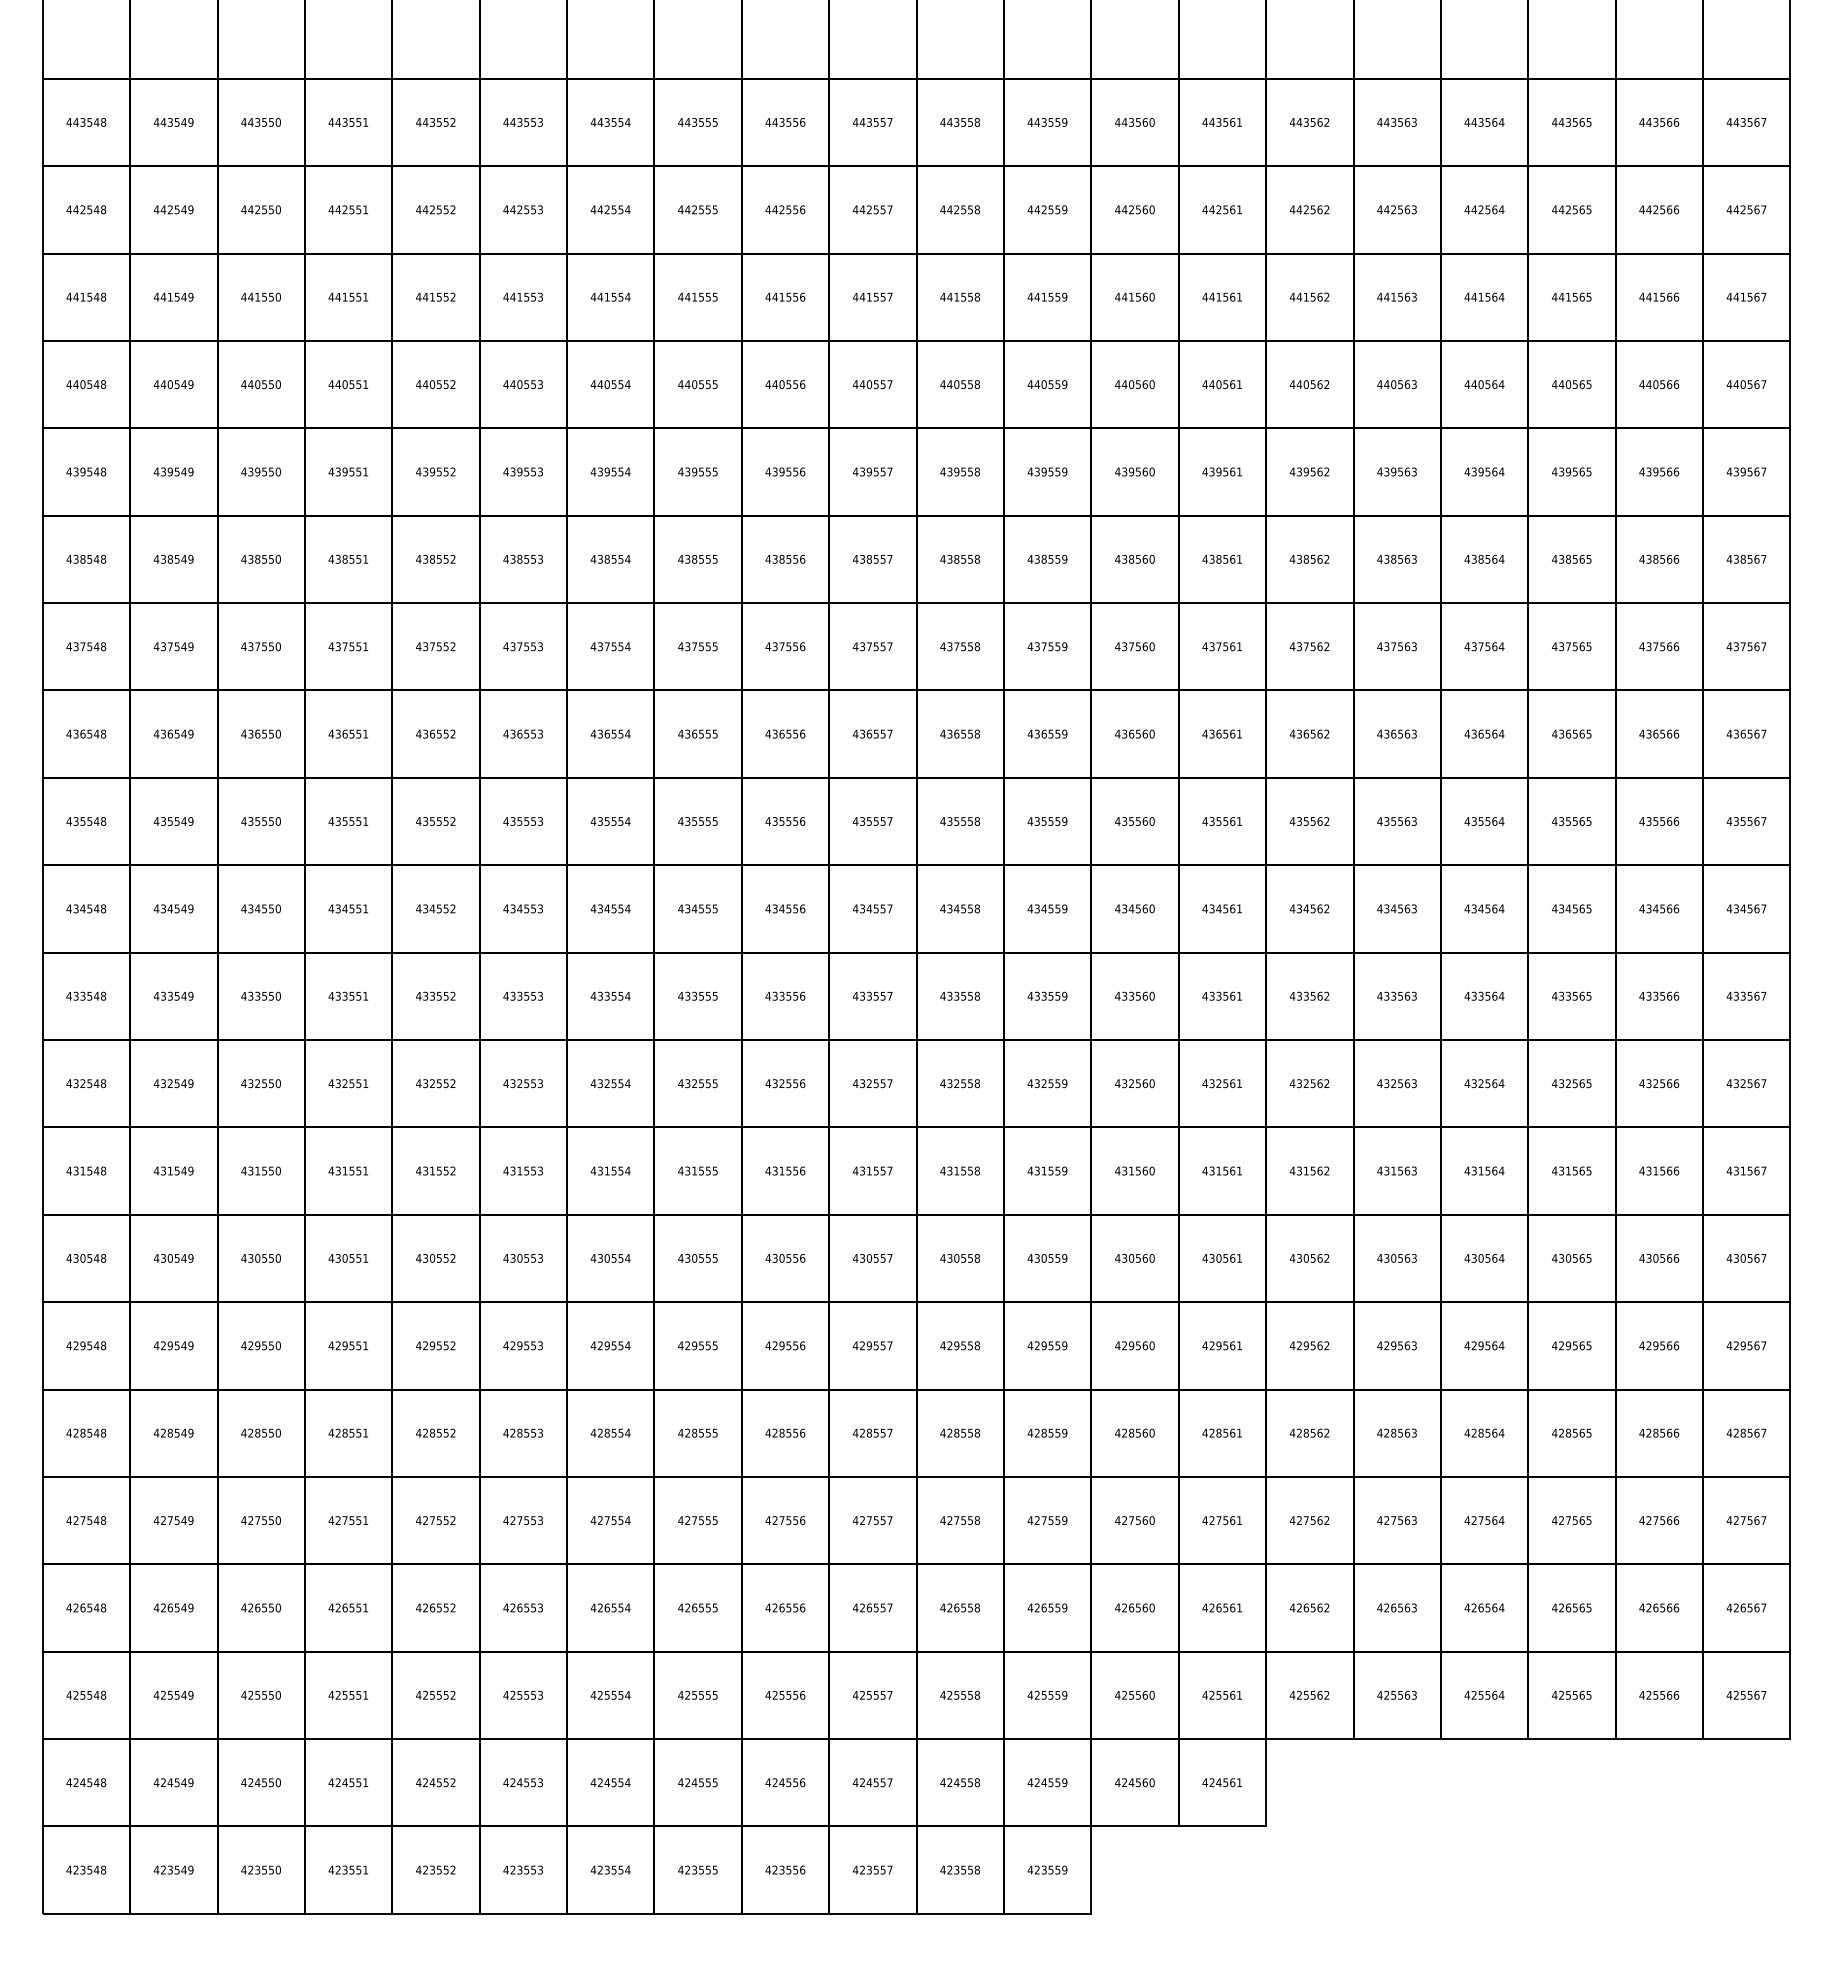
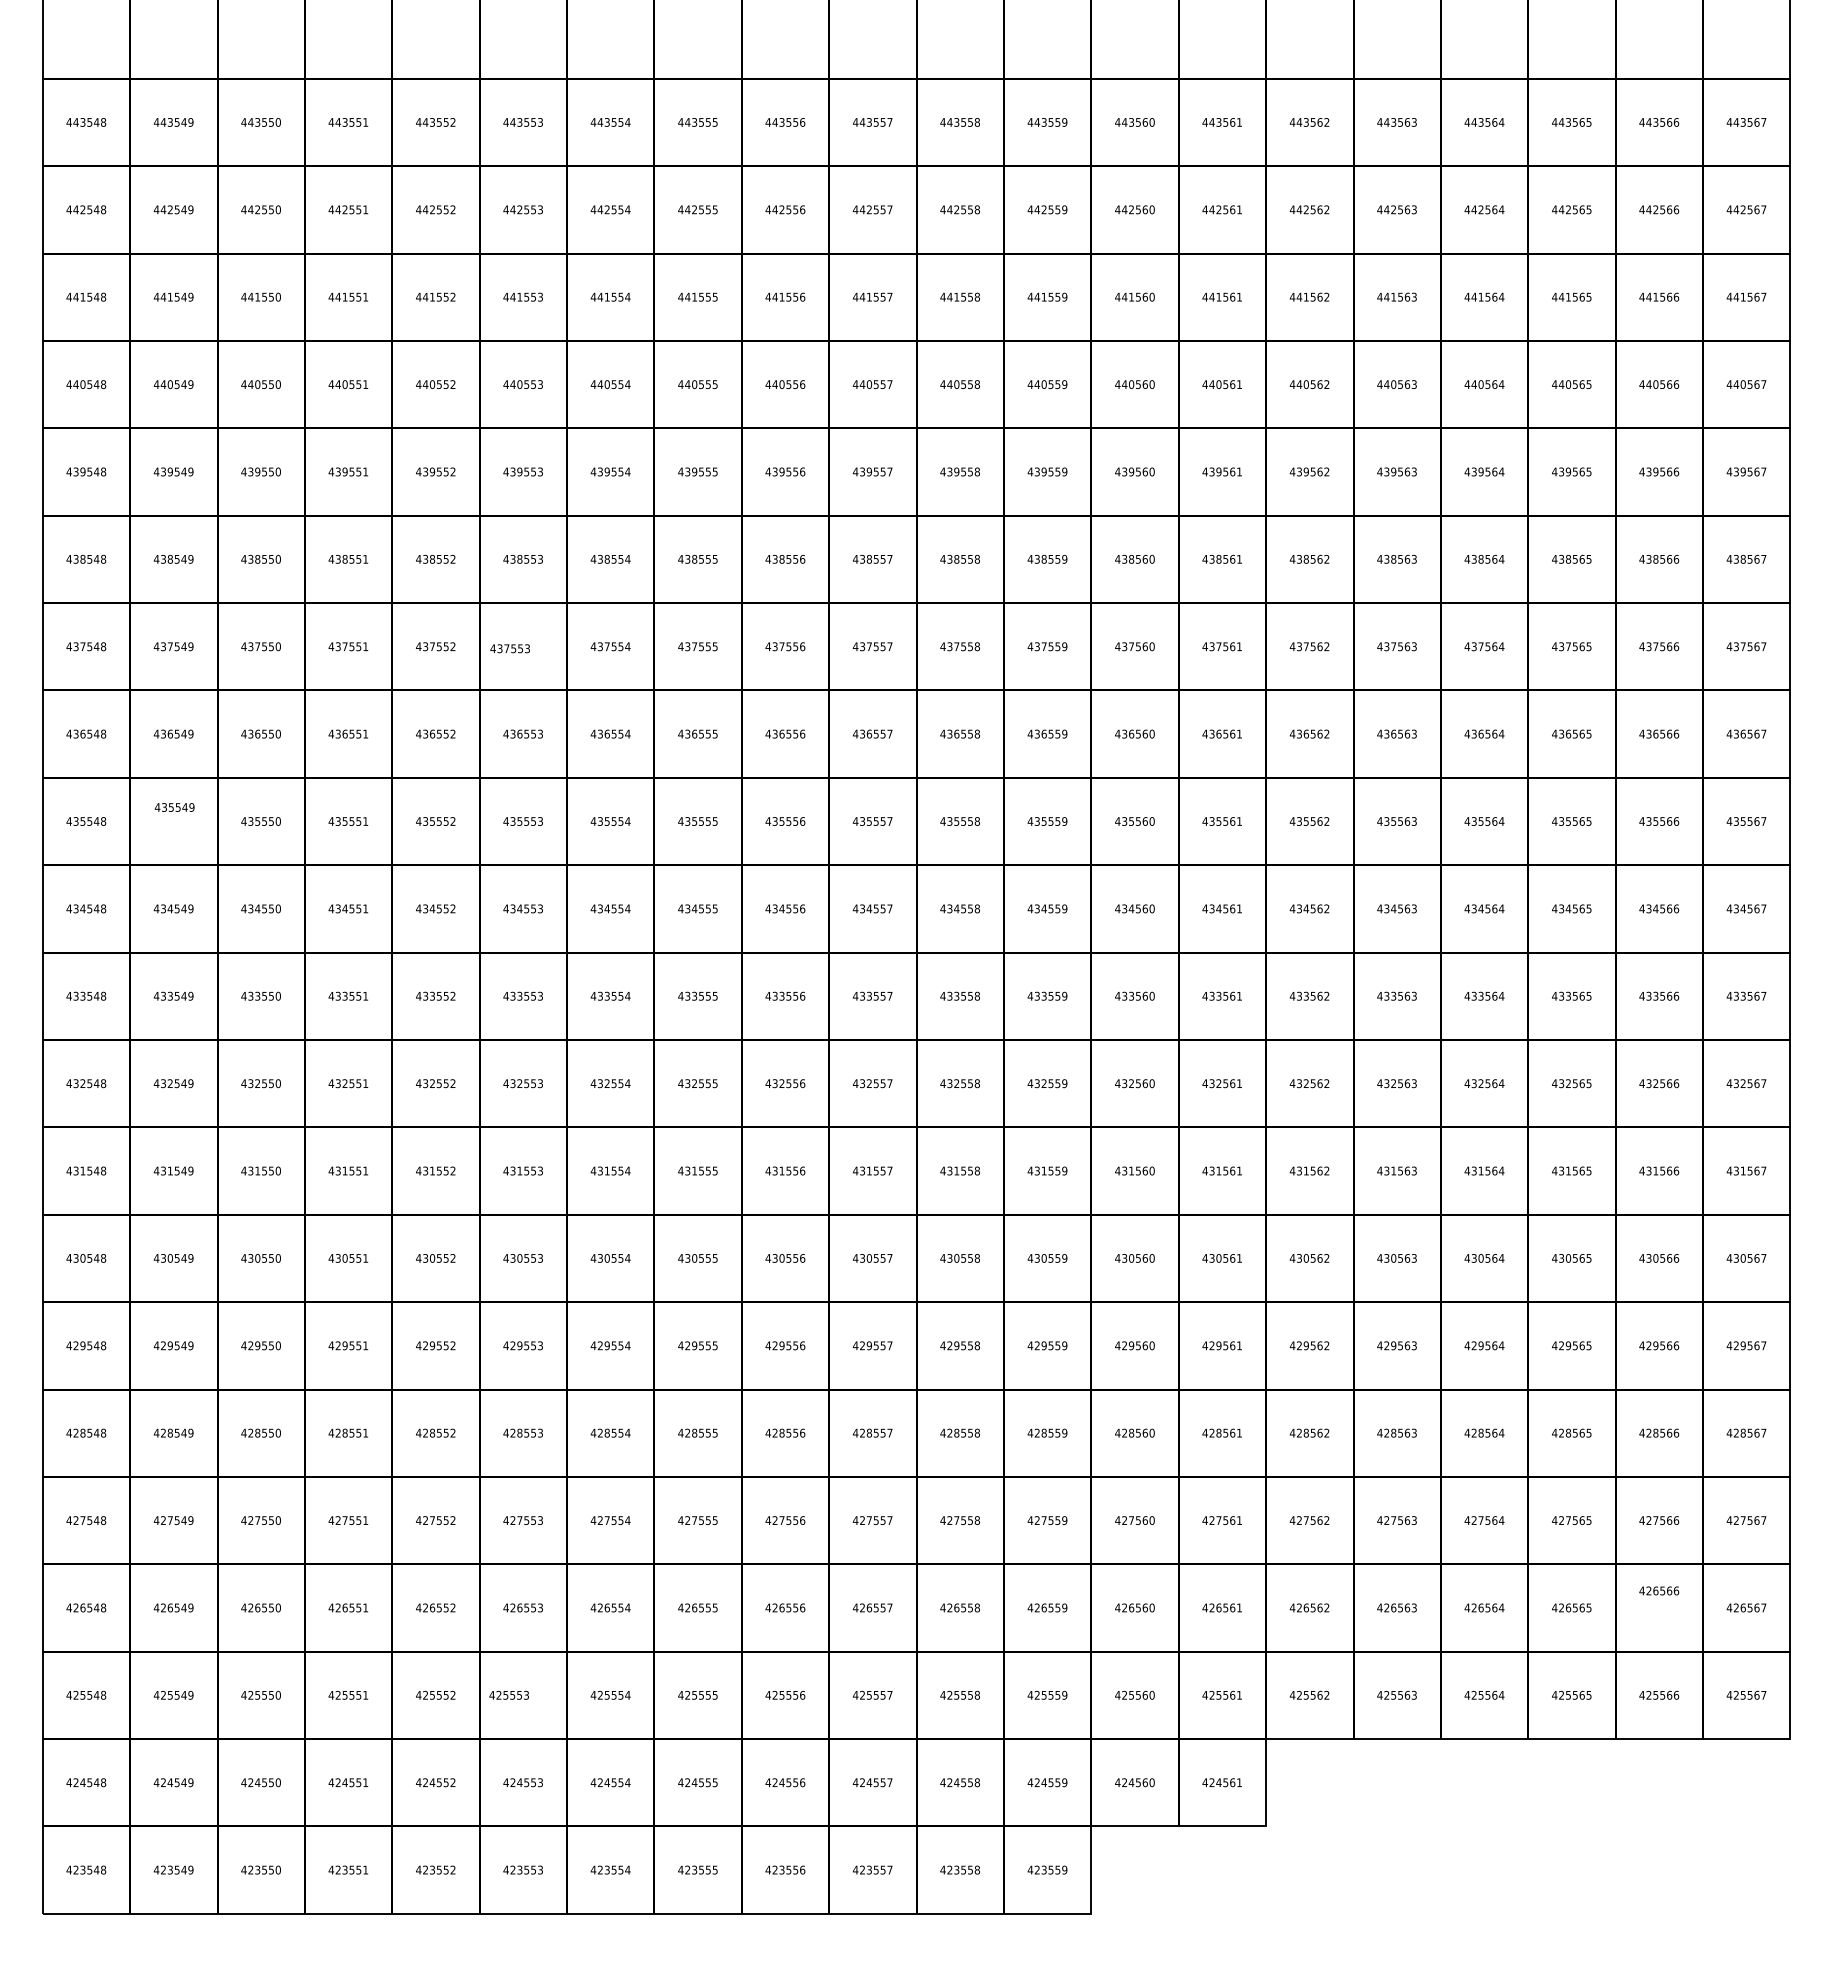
text at (522, 646) position: (522, 646) -> (509, 648)
text at (173, 821) position: (173, 821) -> (174, 807)
text at (1659, 1607) position: (1659, 1607) -> (1659, 1590)
text at (522, 1694) position: (522, 1694) -> (508, 1694)
